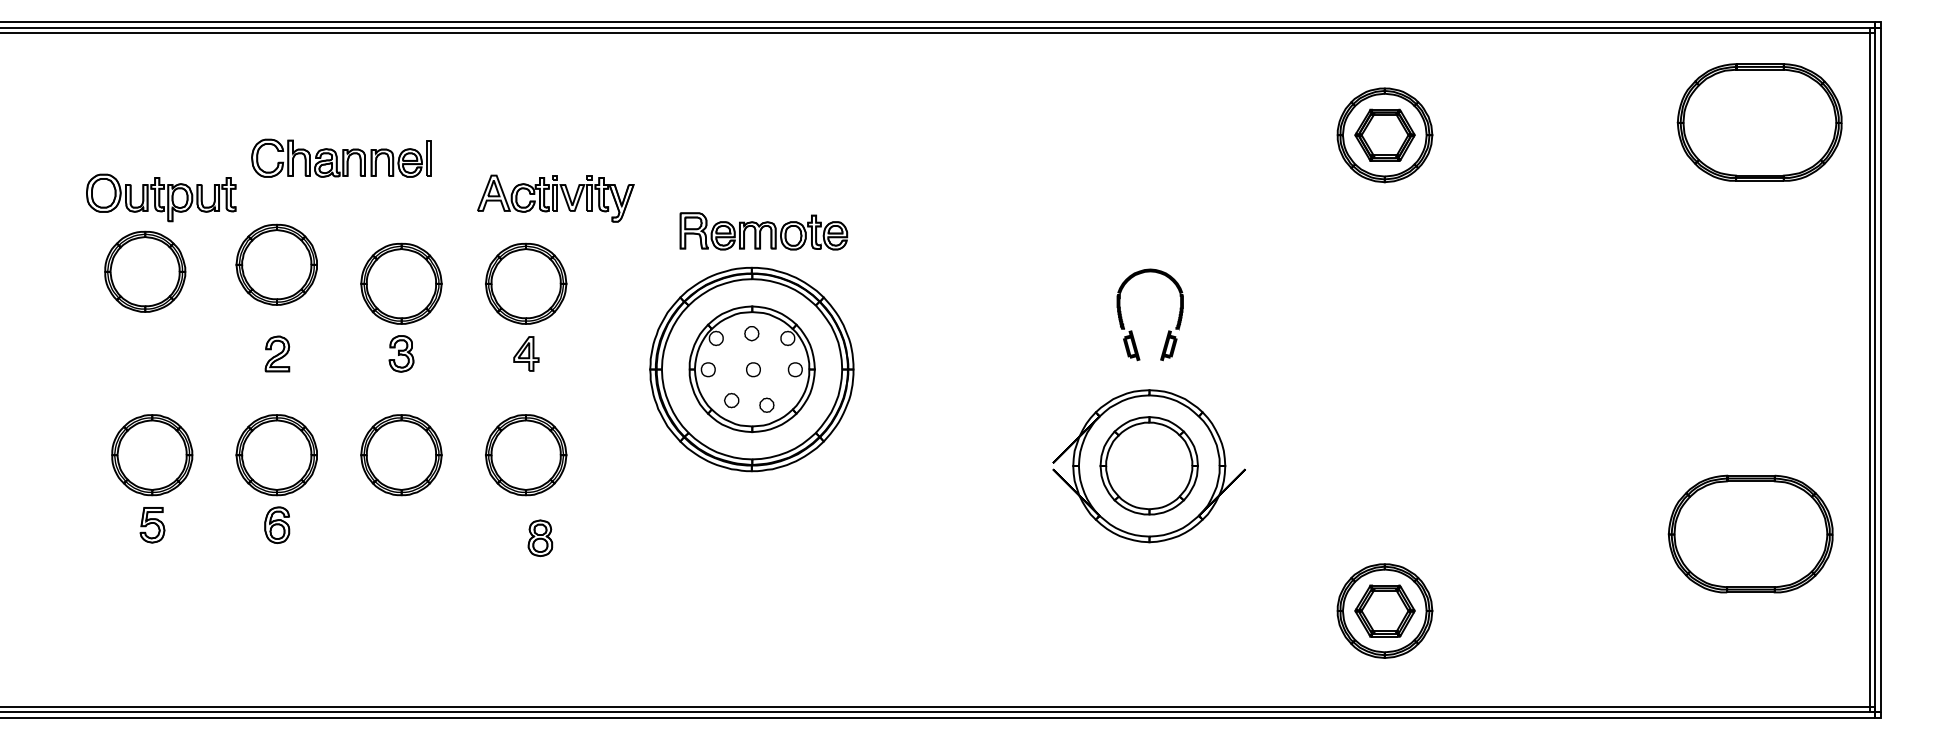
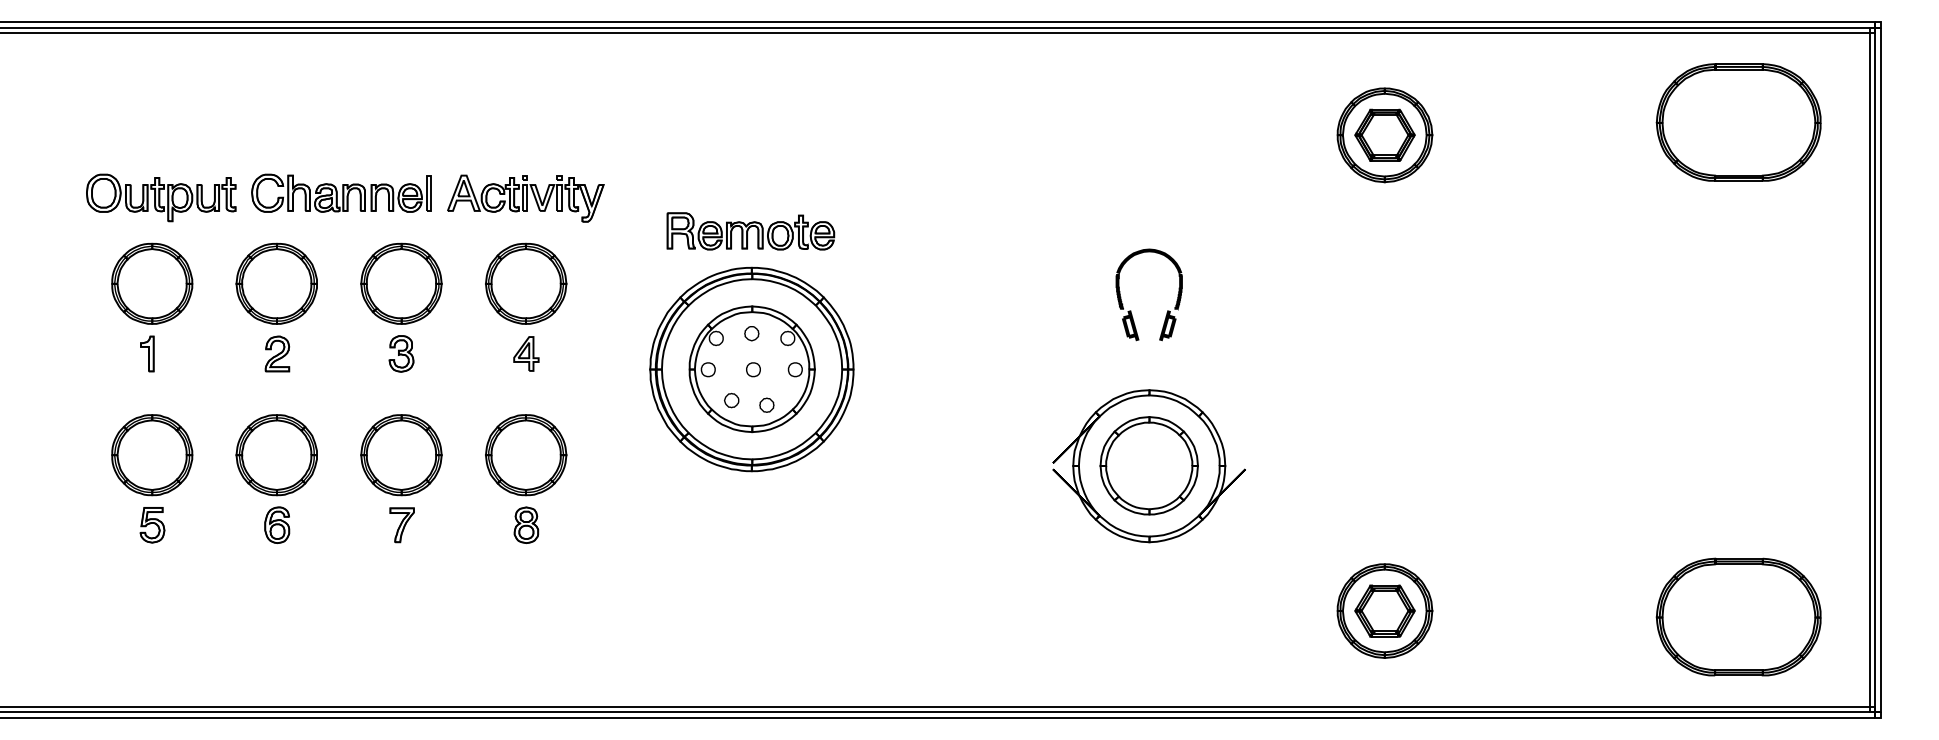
part at (1759, 122) position: (1759, 122) -> (1738, 122)
part at (341, 157) position: (341, 157) -> (341, 192)
part at (555, 198) position: (555, 198) -> (525, 198)
part at (763, 231) position: (763, 231) -> (750, 231)
part at (276, 264) position: (276, 264) -> (276, 283)
part at (145, 271) position: (145, 271) -> (152, 283)
part at (1132, 330) position: (1132, 330) -> (1131, 310)
part at (147, 353): none -> present
part at (401, 525): none -> present
part at (1750, 533) position: (1750, 533) -> (1738, 616)
part at (540, 537) position: (540, 537) -> (526, 524)
